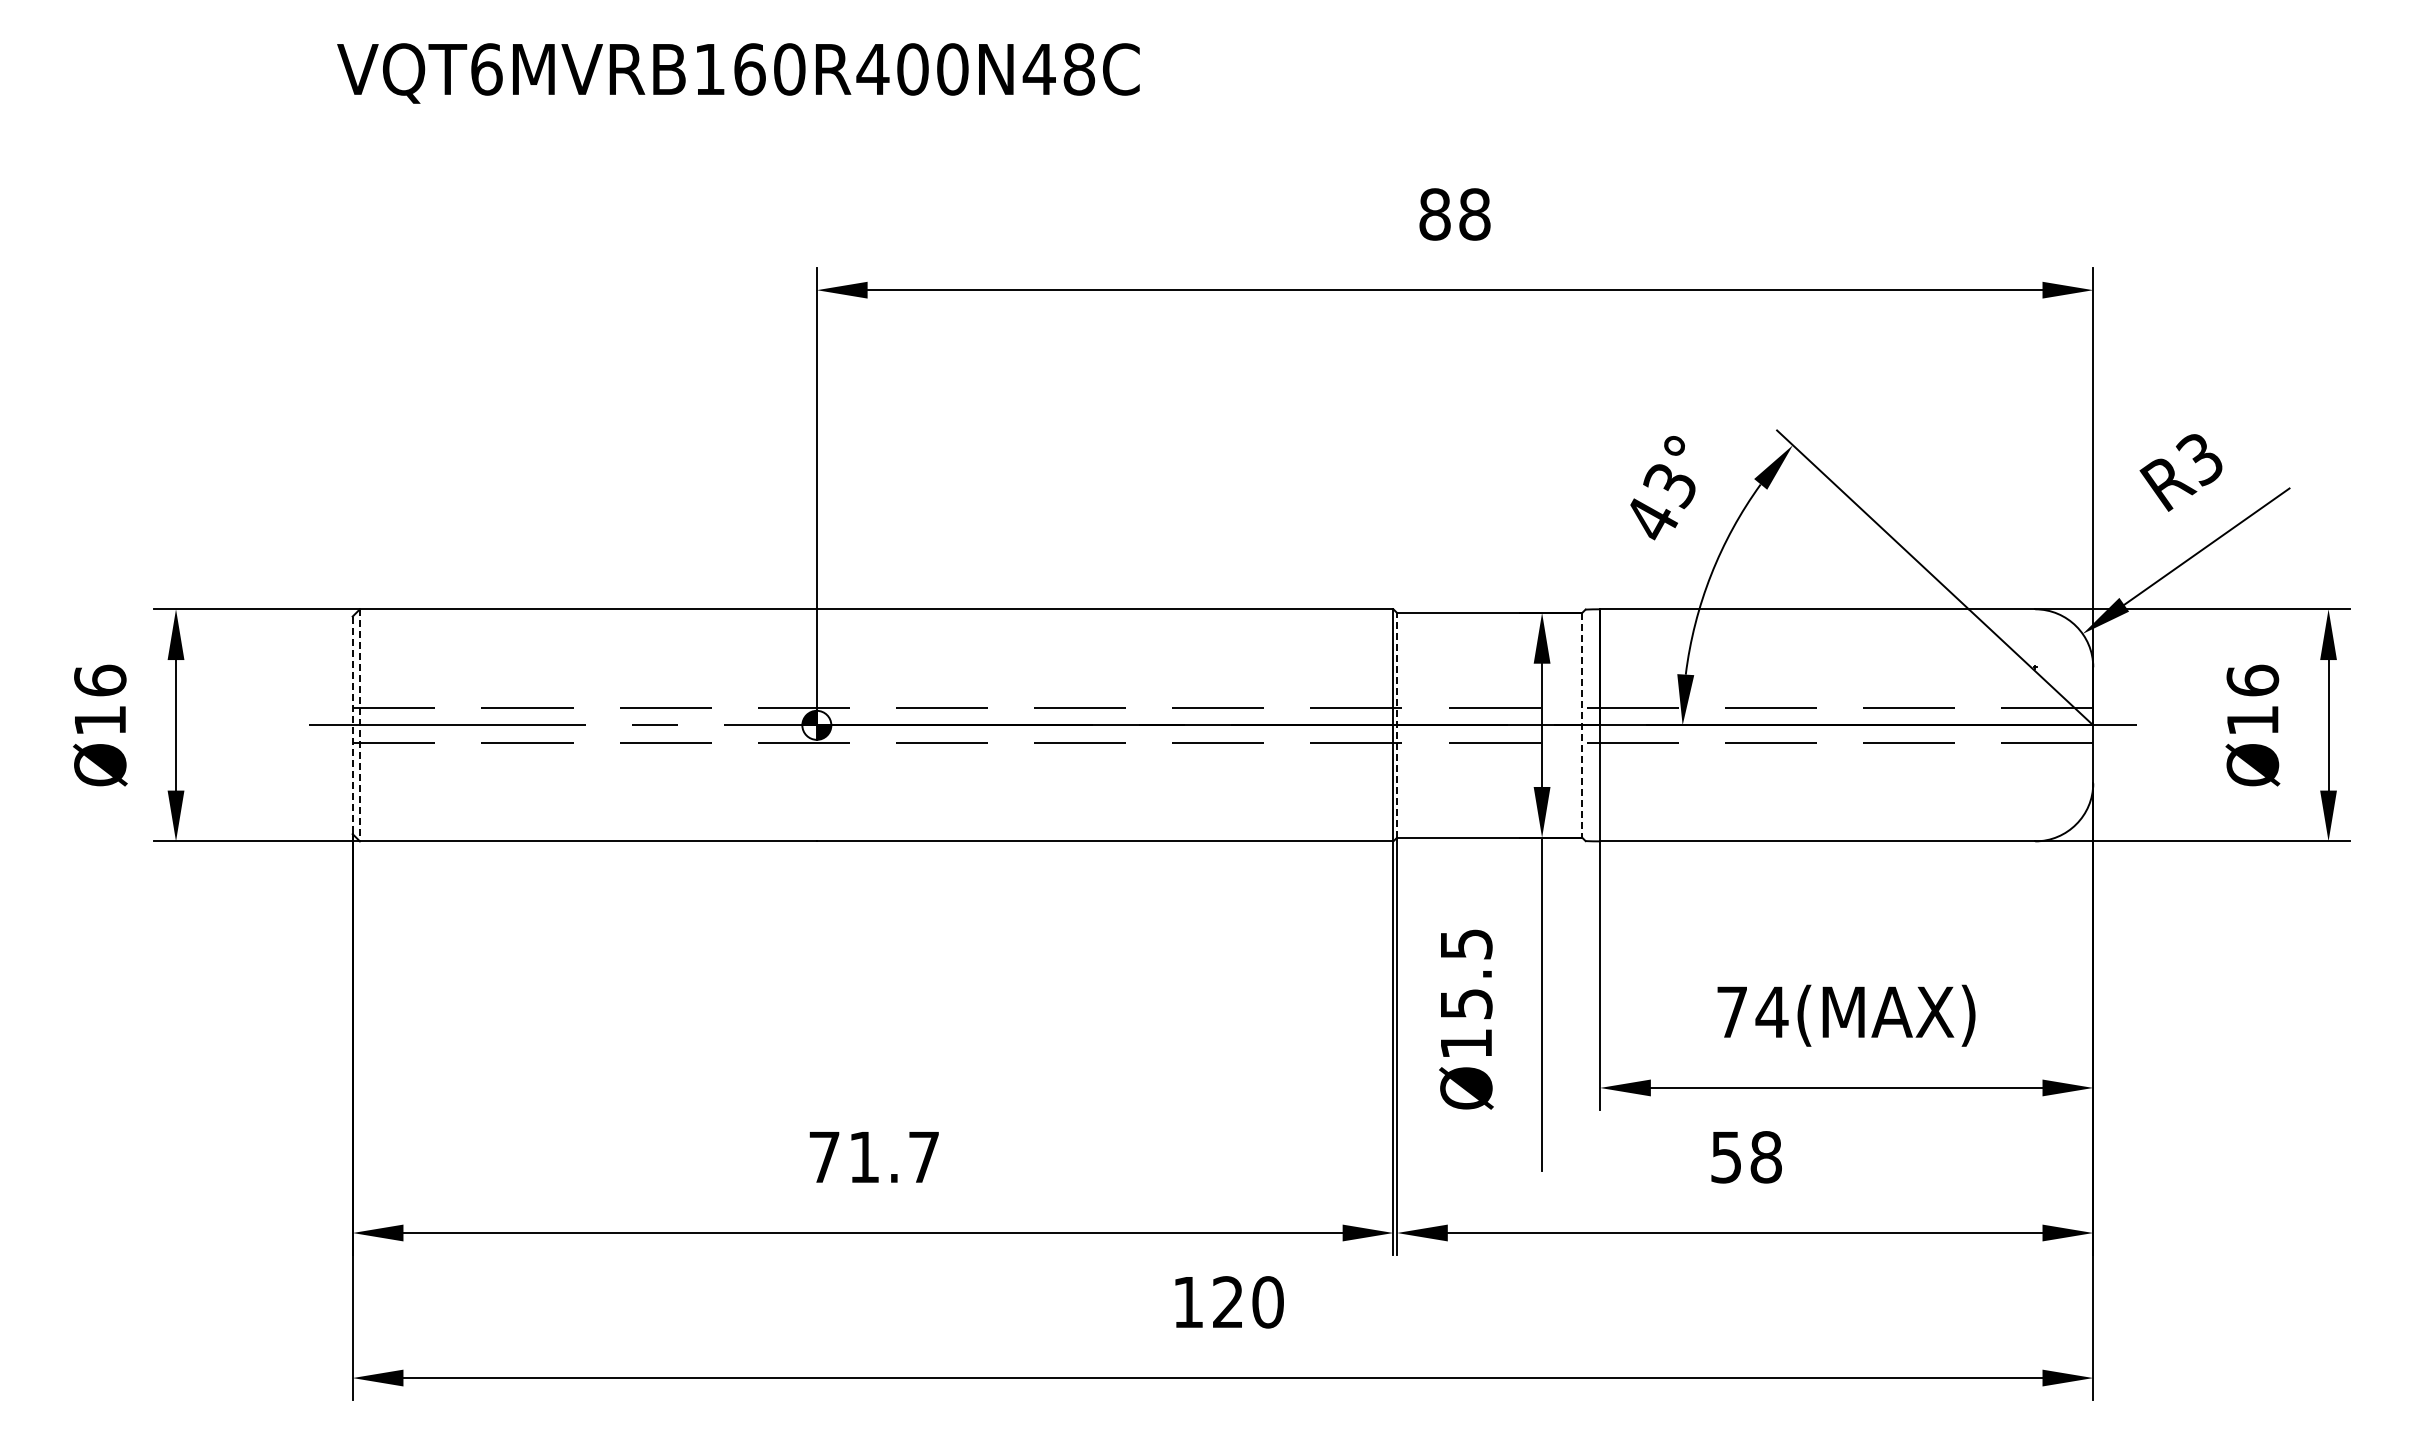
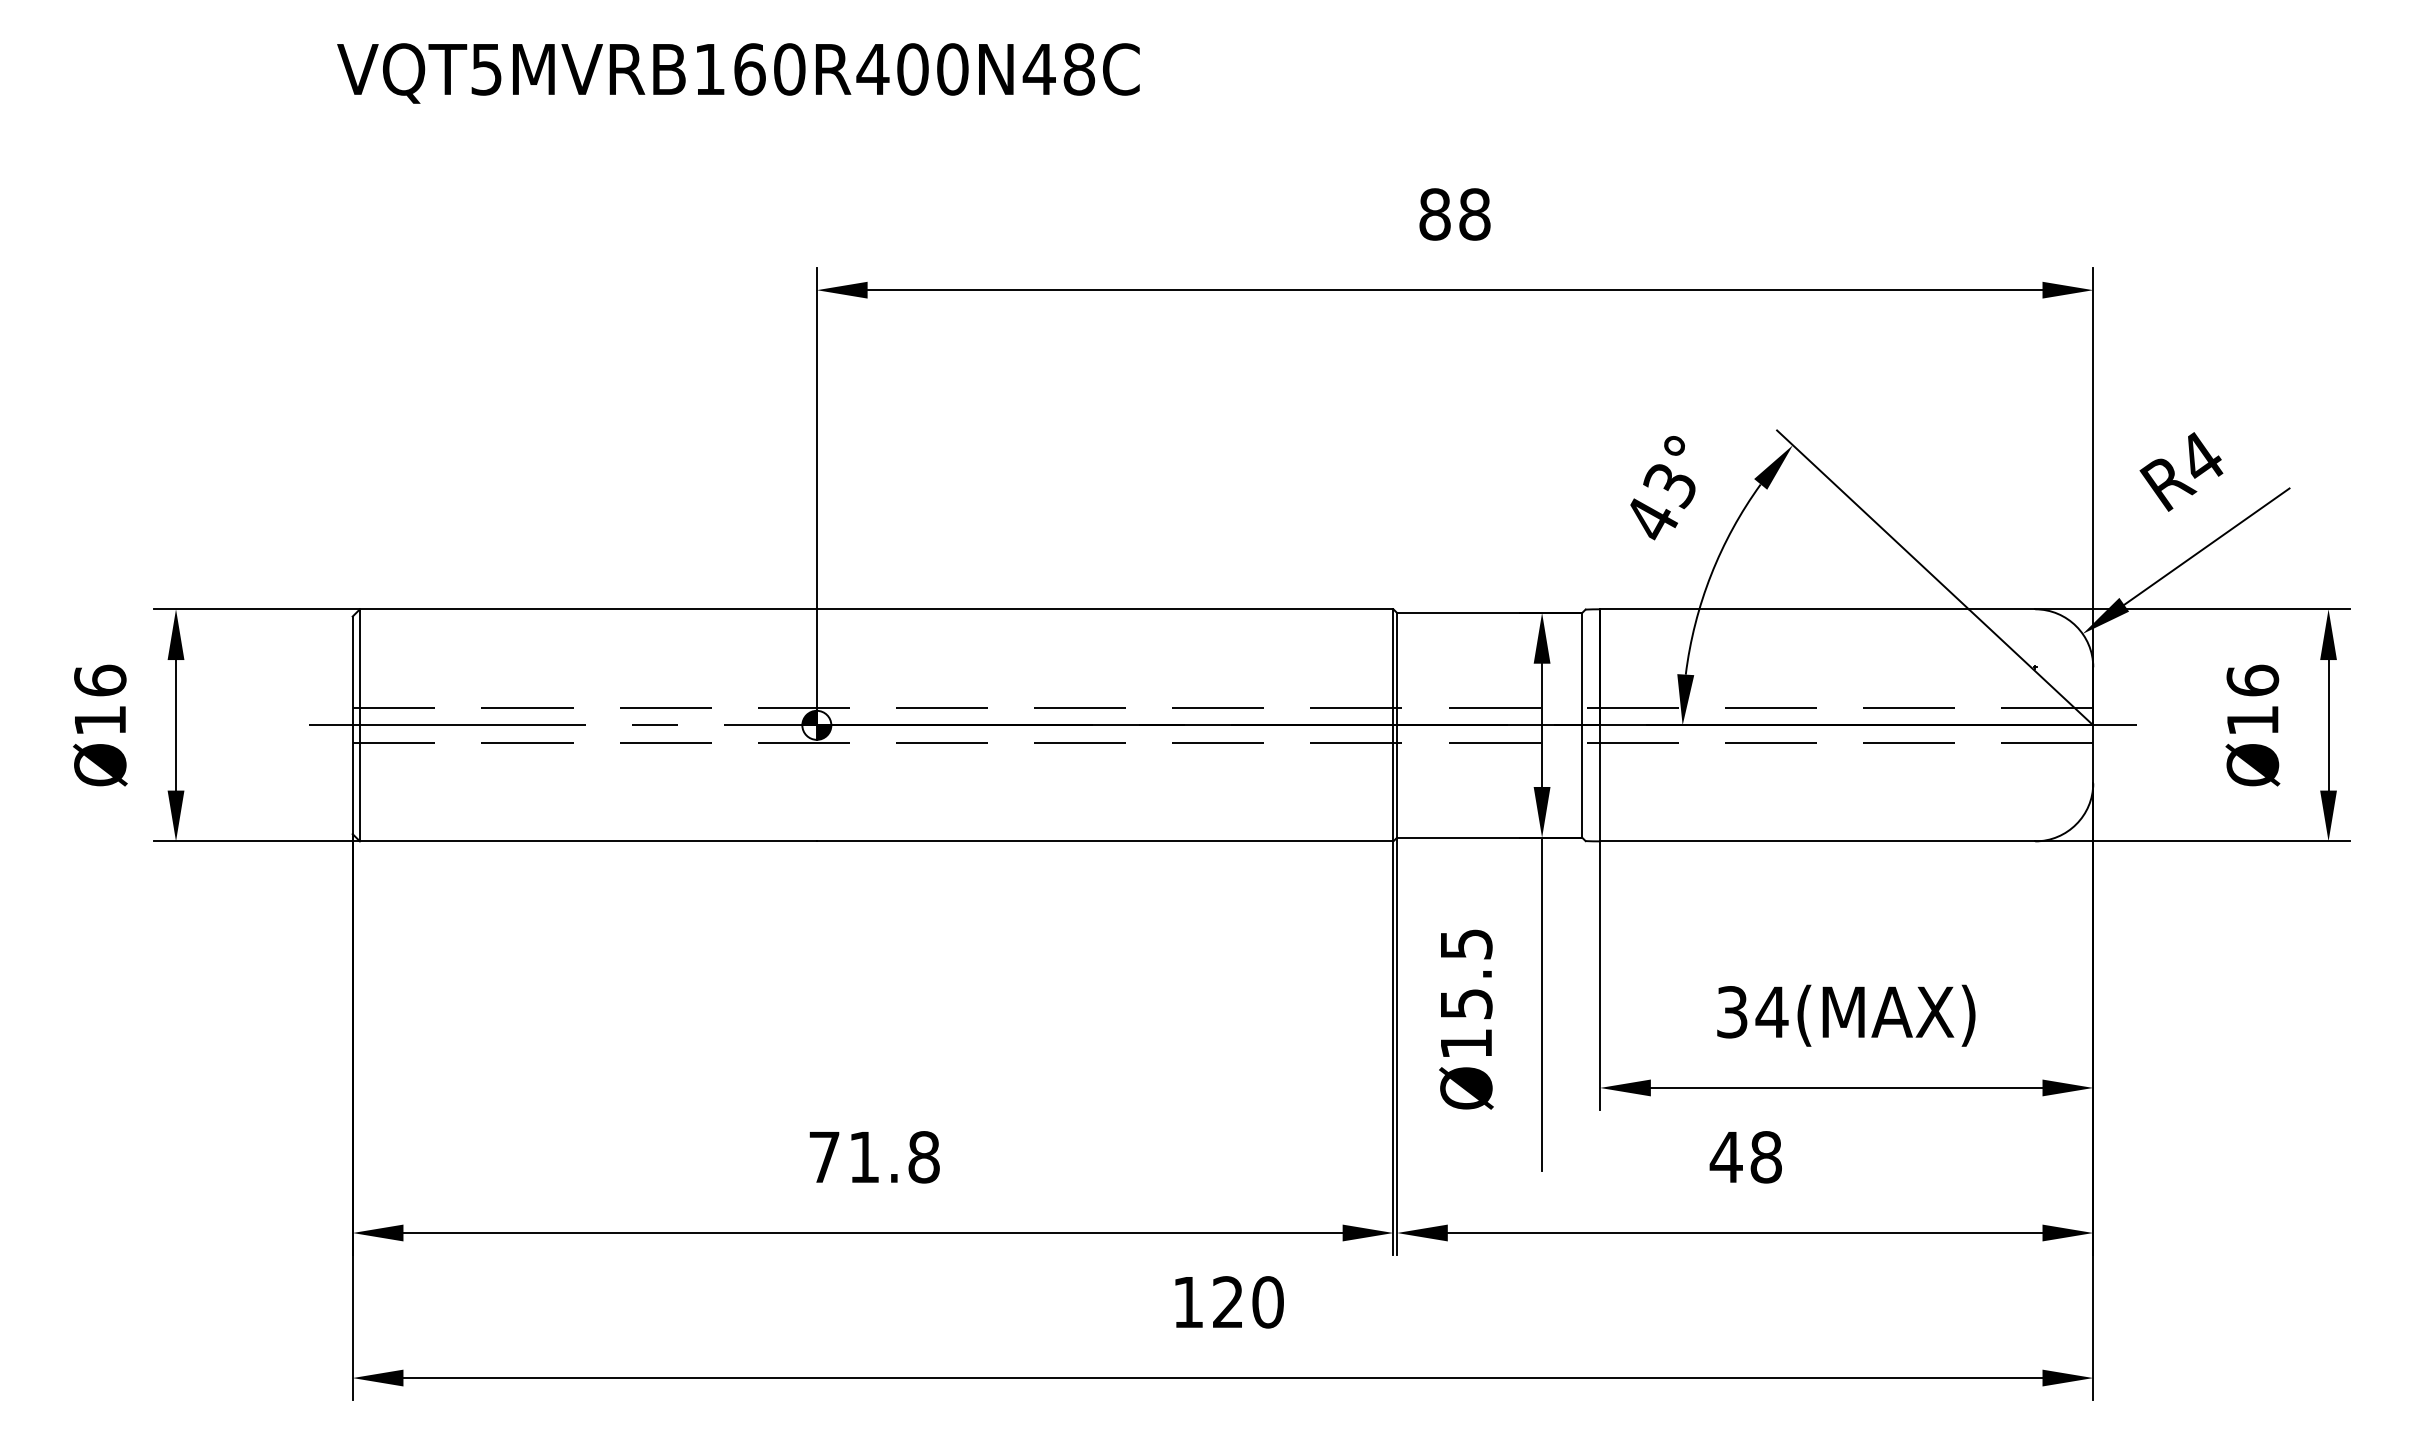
text at (486, 69): VQT6MVRB160R400N48C -> VQT5MVRB160R400N48C
text at (2199, 459): R3 -> R4
line at (1397, 724): dashed -> solid
line at (352, 725): dashed -> solid
line at (359, 725): dashed -> solid
line at (1582, 725): dashed -> solid
text at (1732, 1012): 74(MAX) -> 34(MAX)
text at (923, 1157): 71.7 -> 71.8
text at (1725, 1157): 58 -> 48
